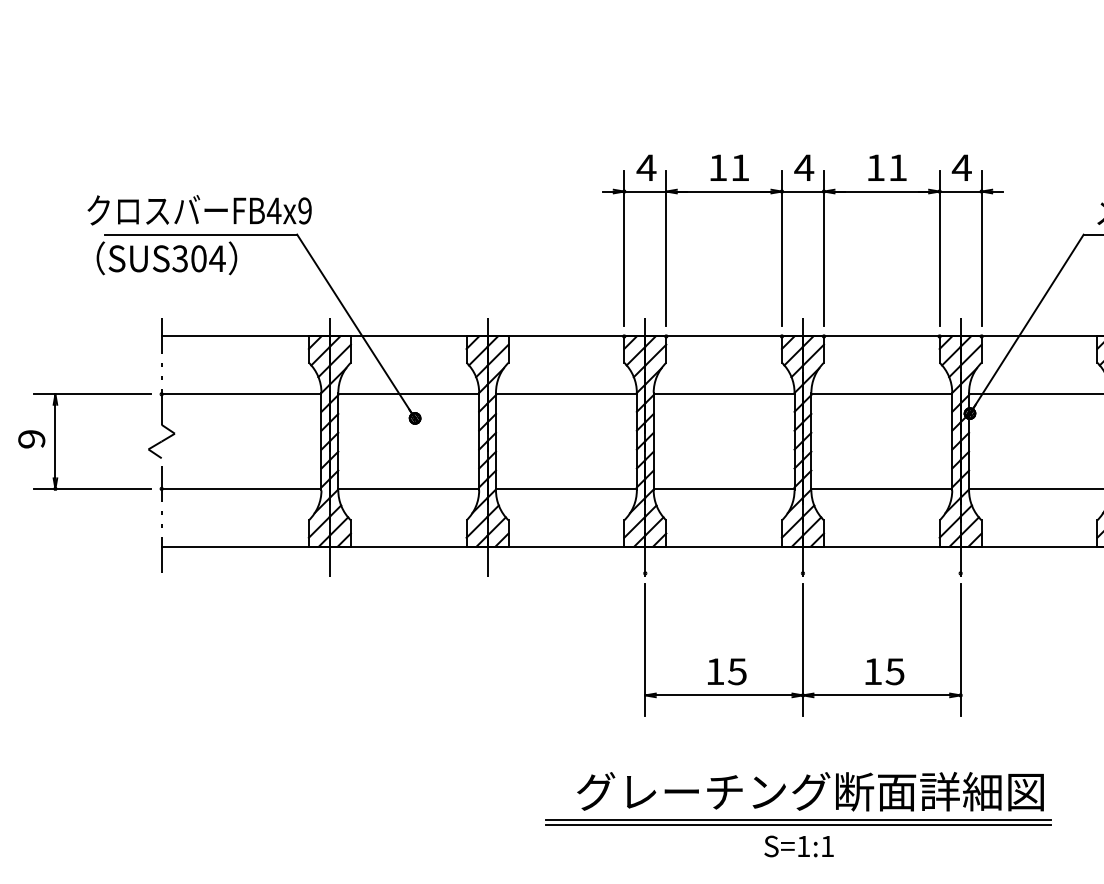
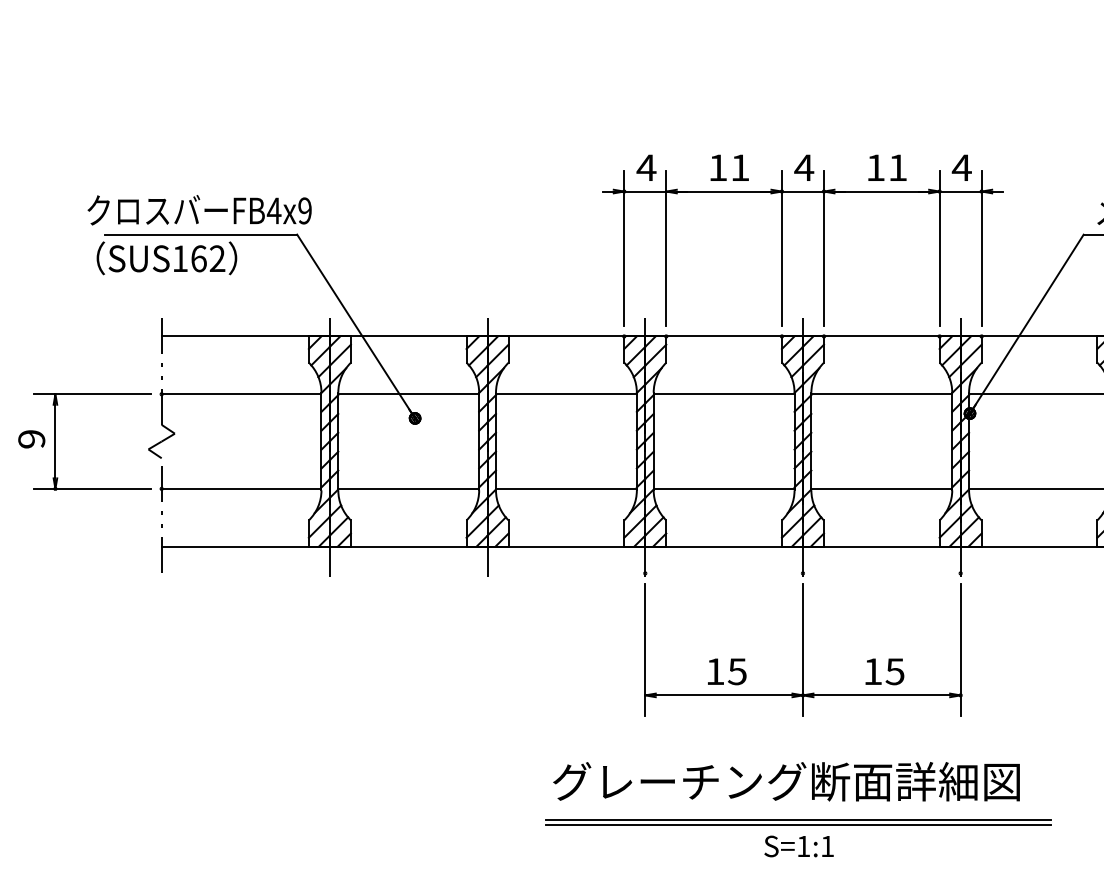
text at (198, 258): SUS304 -> SUS162
text at (810, 791) position: (810, 791) -> (786, 781)
